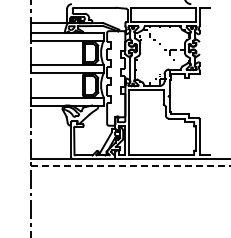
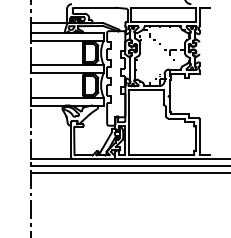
line at (131, 166): dashed -> solid
line at (129, 172): none -> present
